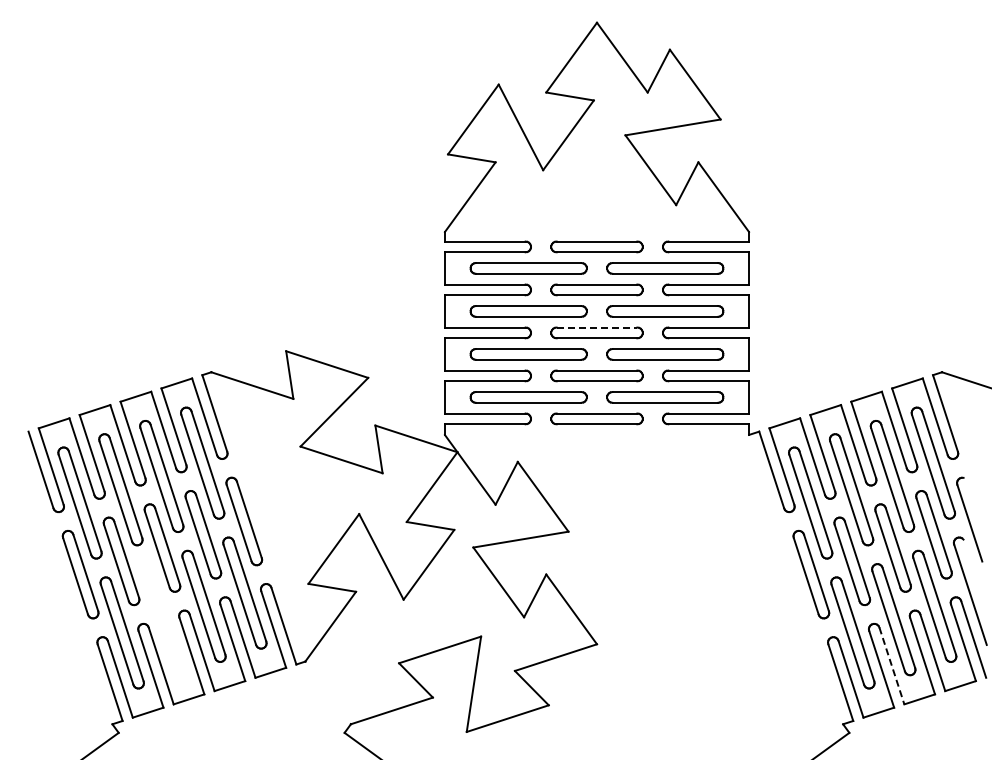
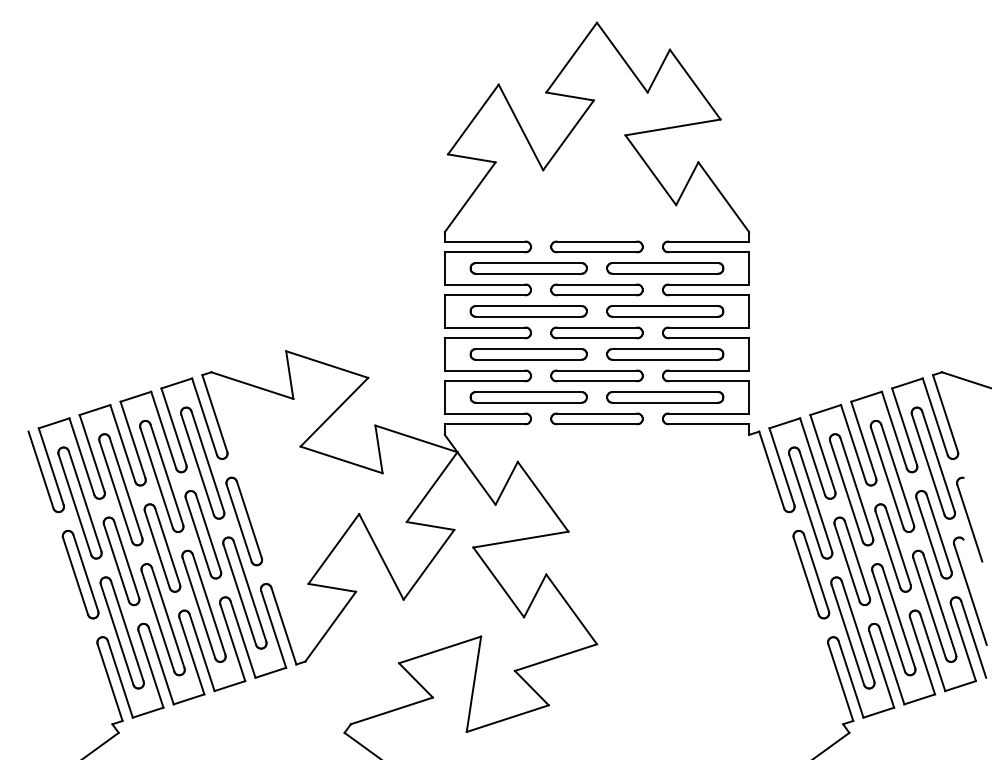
line at (597, 327): dashed -> solid
part at (162, 619): none -> present
line at (892, 666): dashed -> solid
